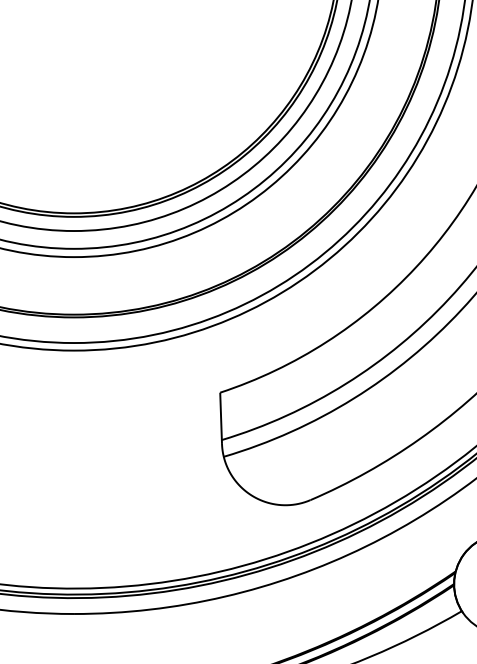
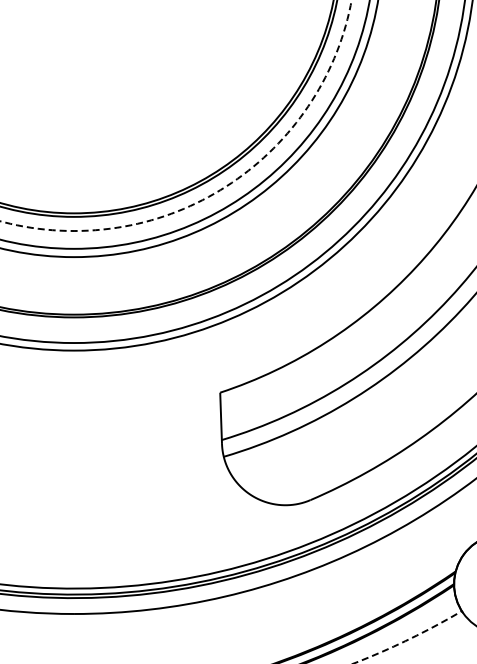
circle at (175, 115): solid -> dashed
arc at (408, 639): solid -> dashed
